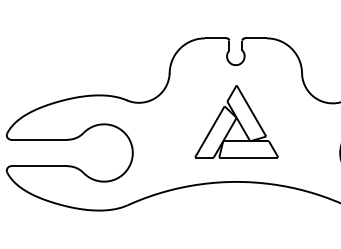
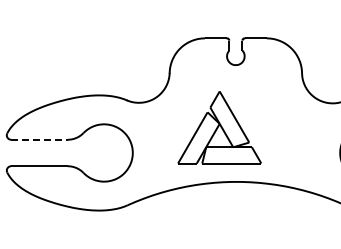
part at (236, 121) position: (236, 121) -> (219, 127)
line at (39, 139): solid -> dashed
